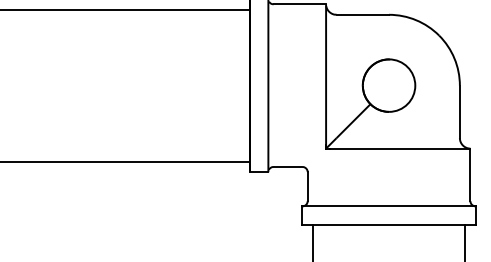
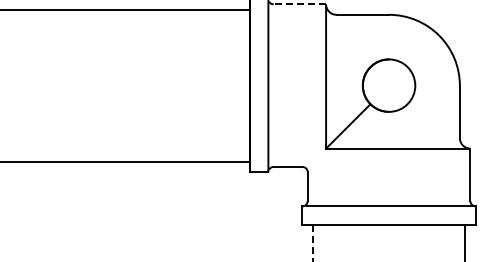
line at (299, 4): solid -> dashed
line at (312, 243): solid -> dashed
